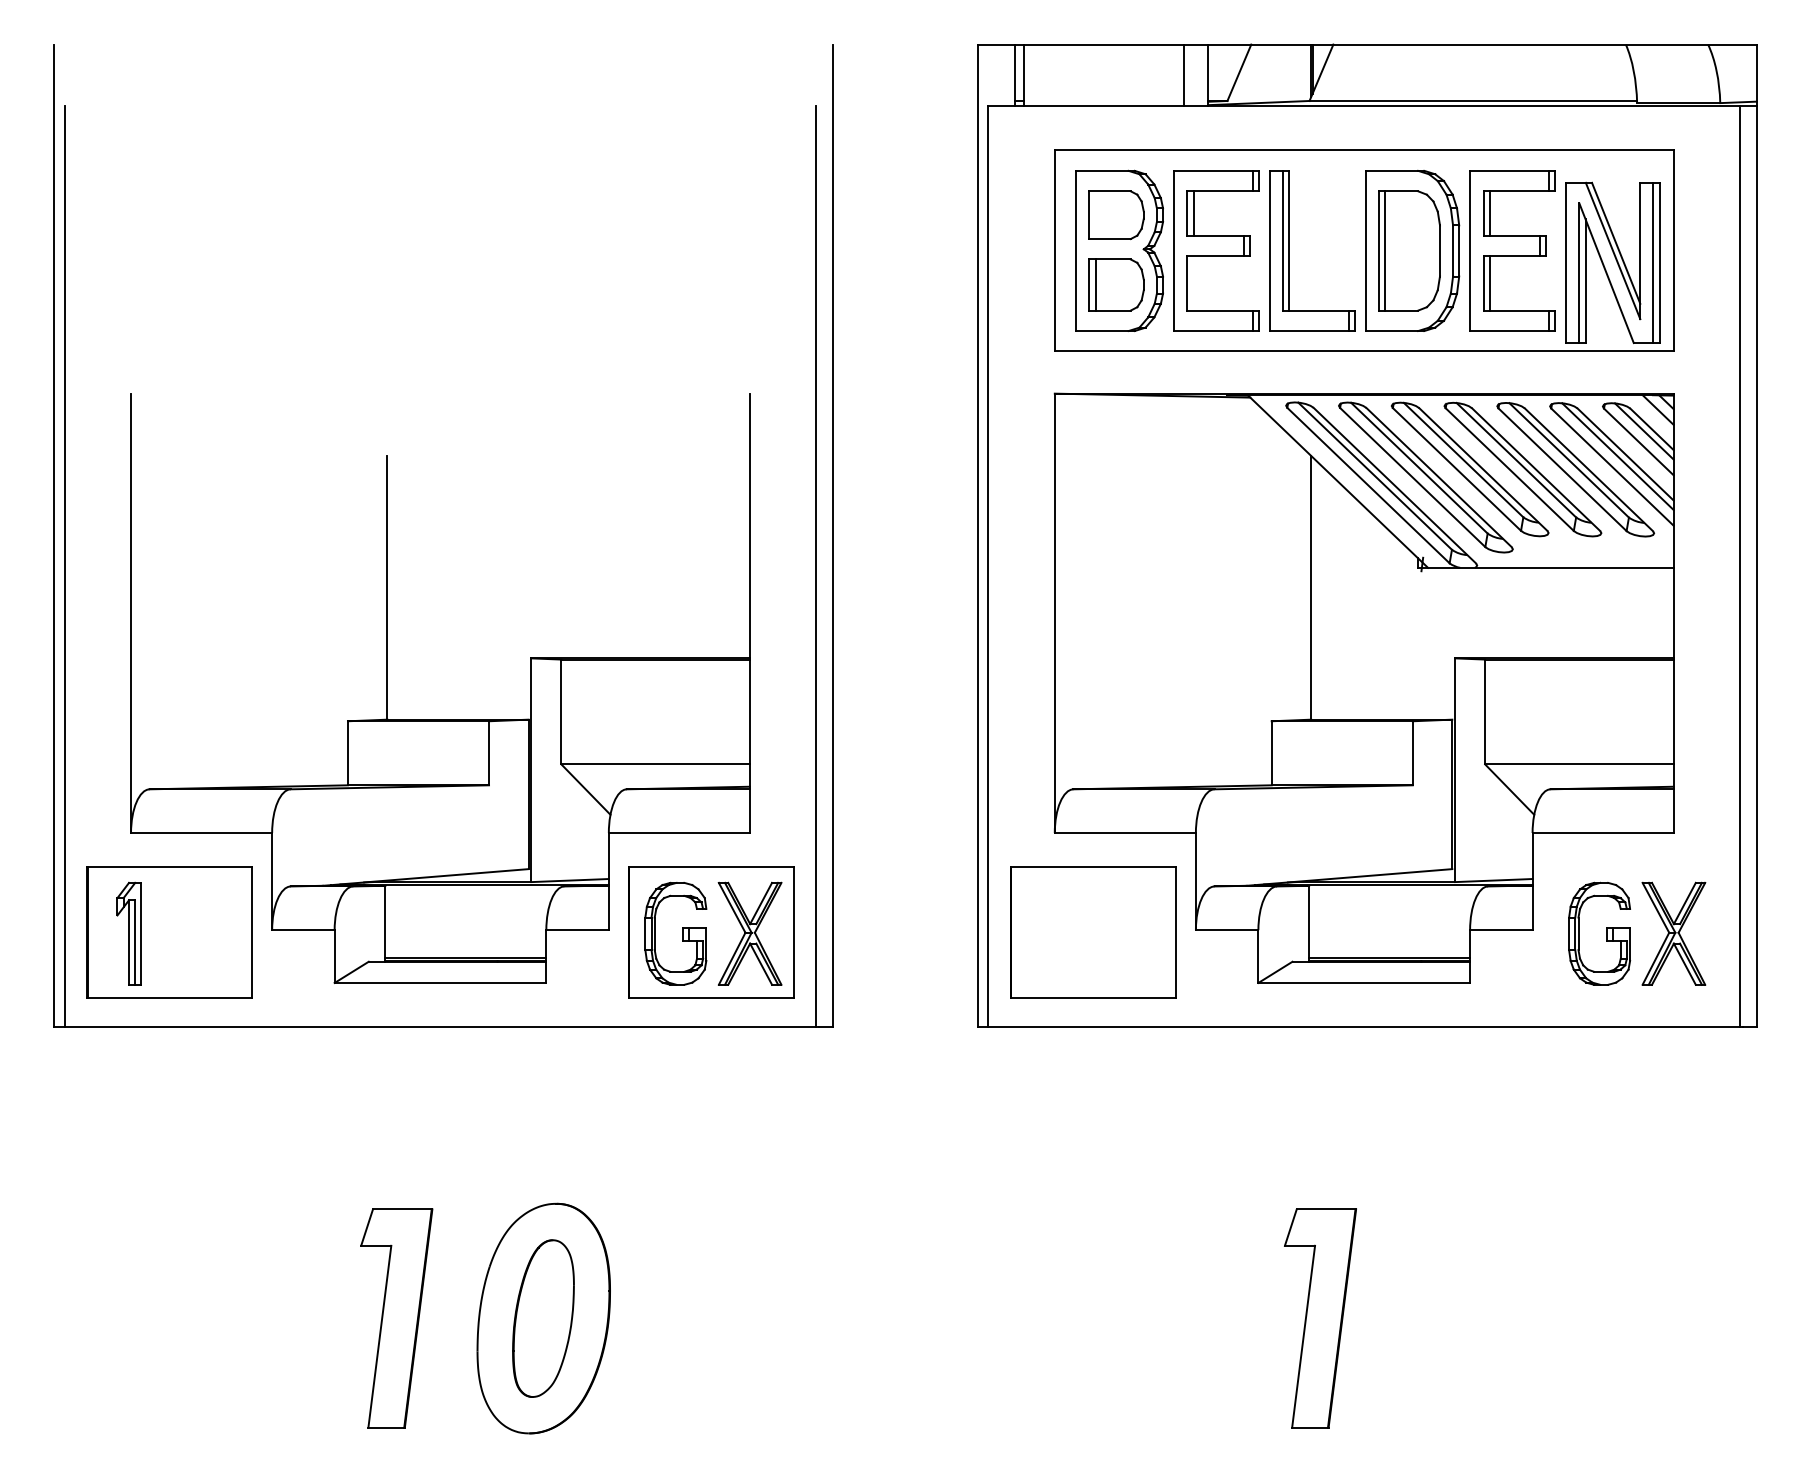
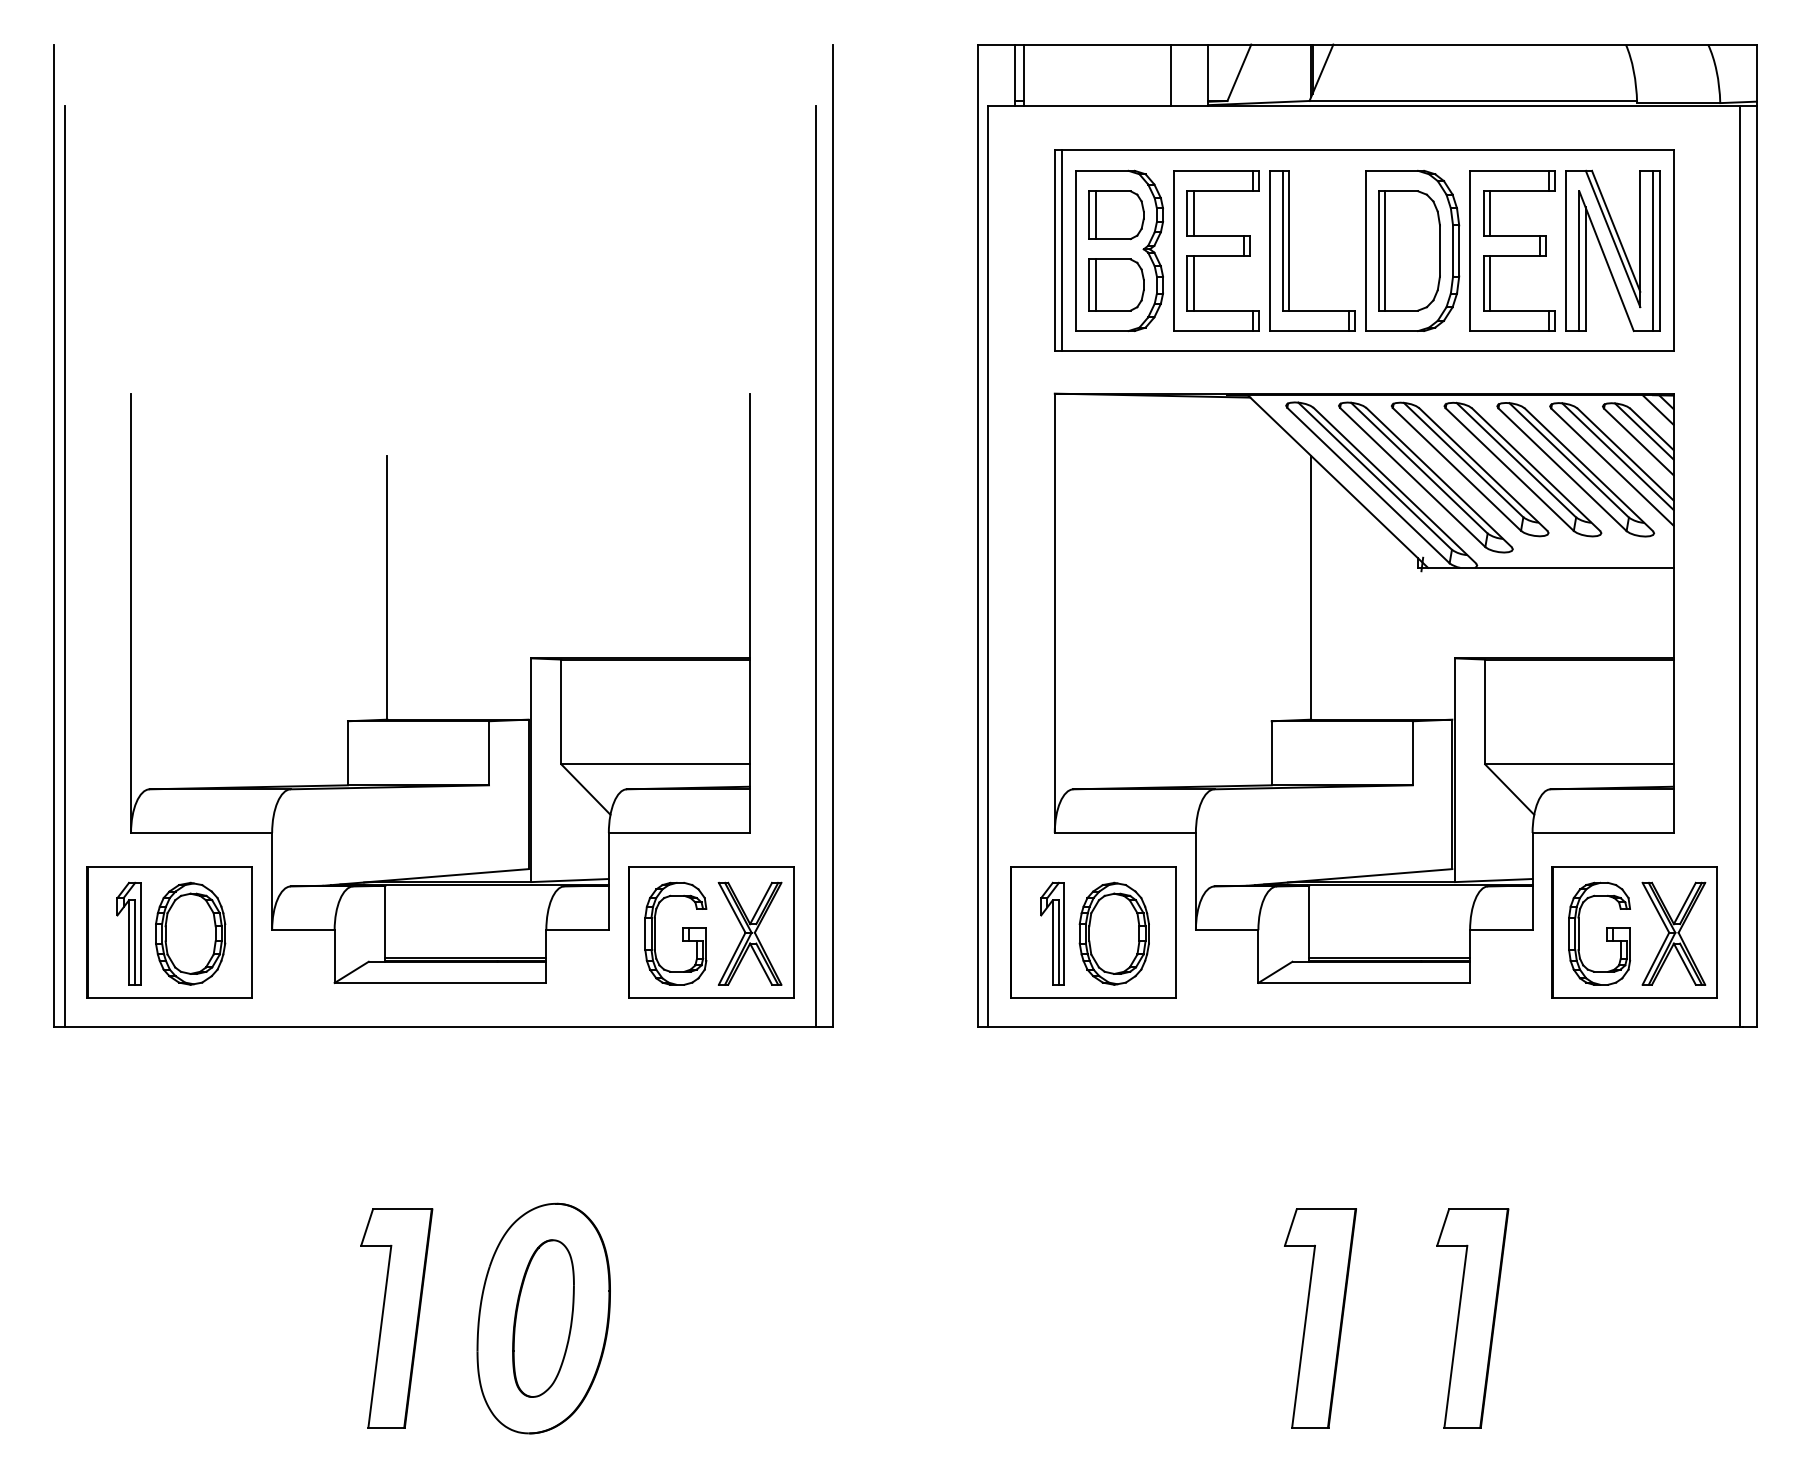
line at (1184, 75) position: (1184, 75) -> (1171, 75)
line at (1095, 215): none -> present
line at (1061, 250): none -> present
part at (1612, 262) position: (1612, 262) -> (1612, 250)
line at (1193, 283): none -> present
part at (1634, 932): none -> present
part at (190, 933): none -> present
part at (1052, 933): none -> present
part at (1113, 933): none -> present
part at (1472, 1318): none -> present
